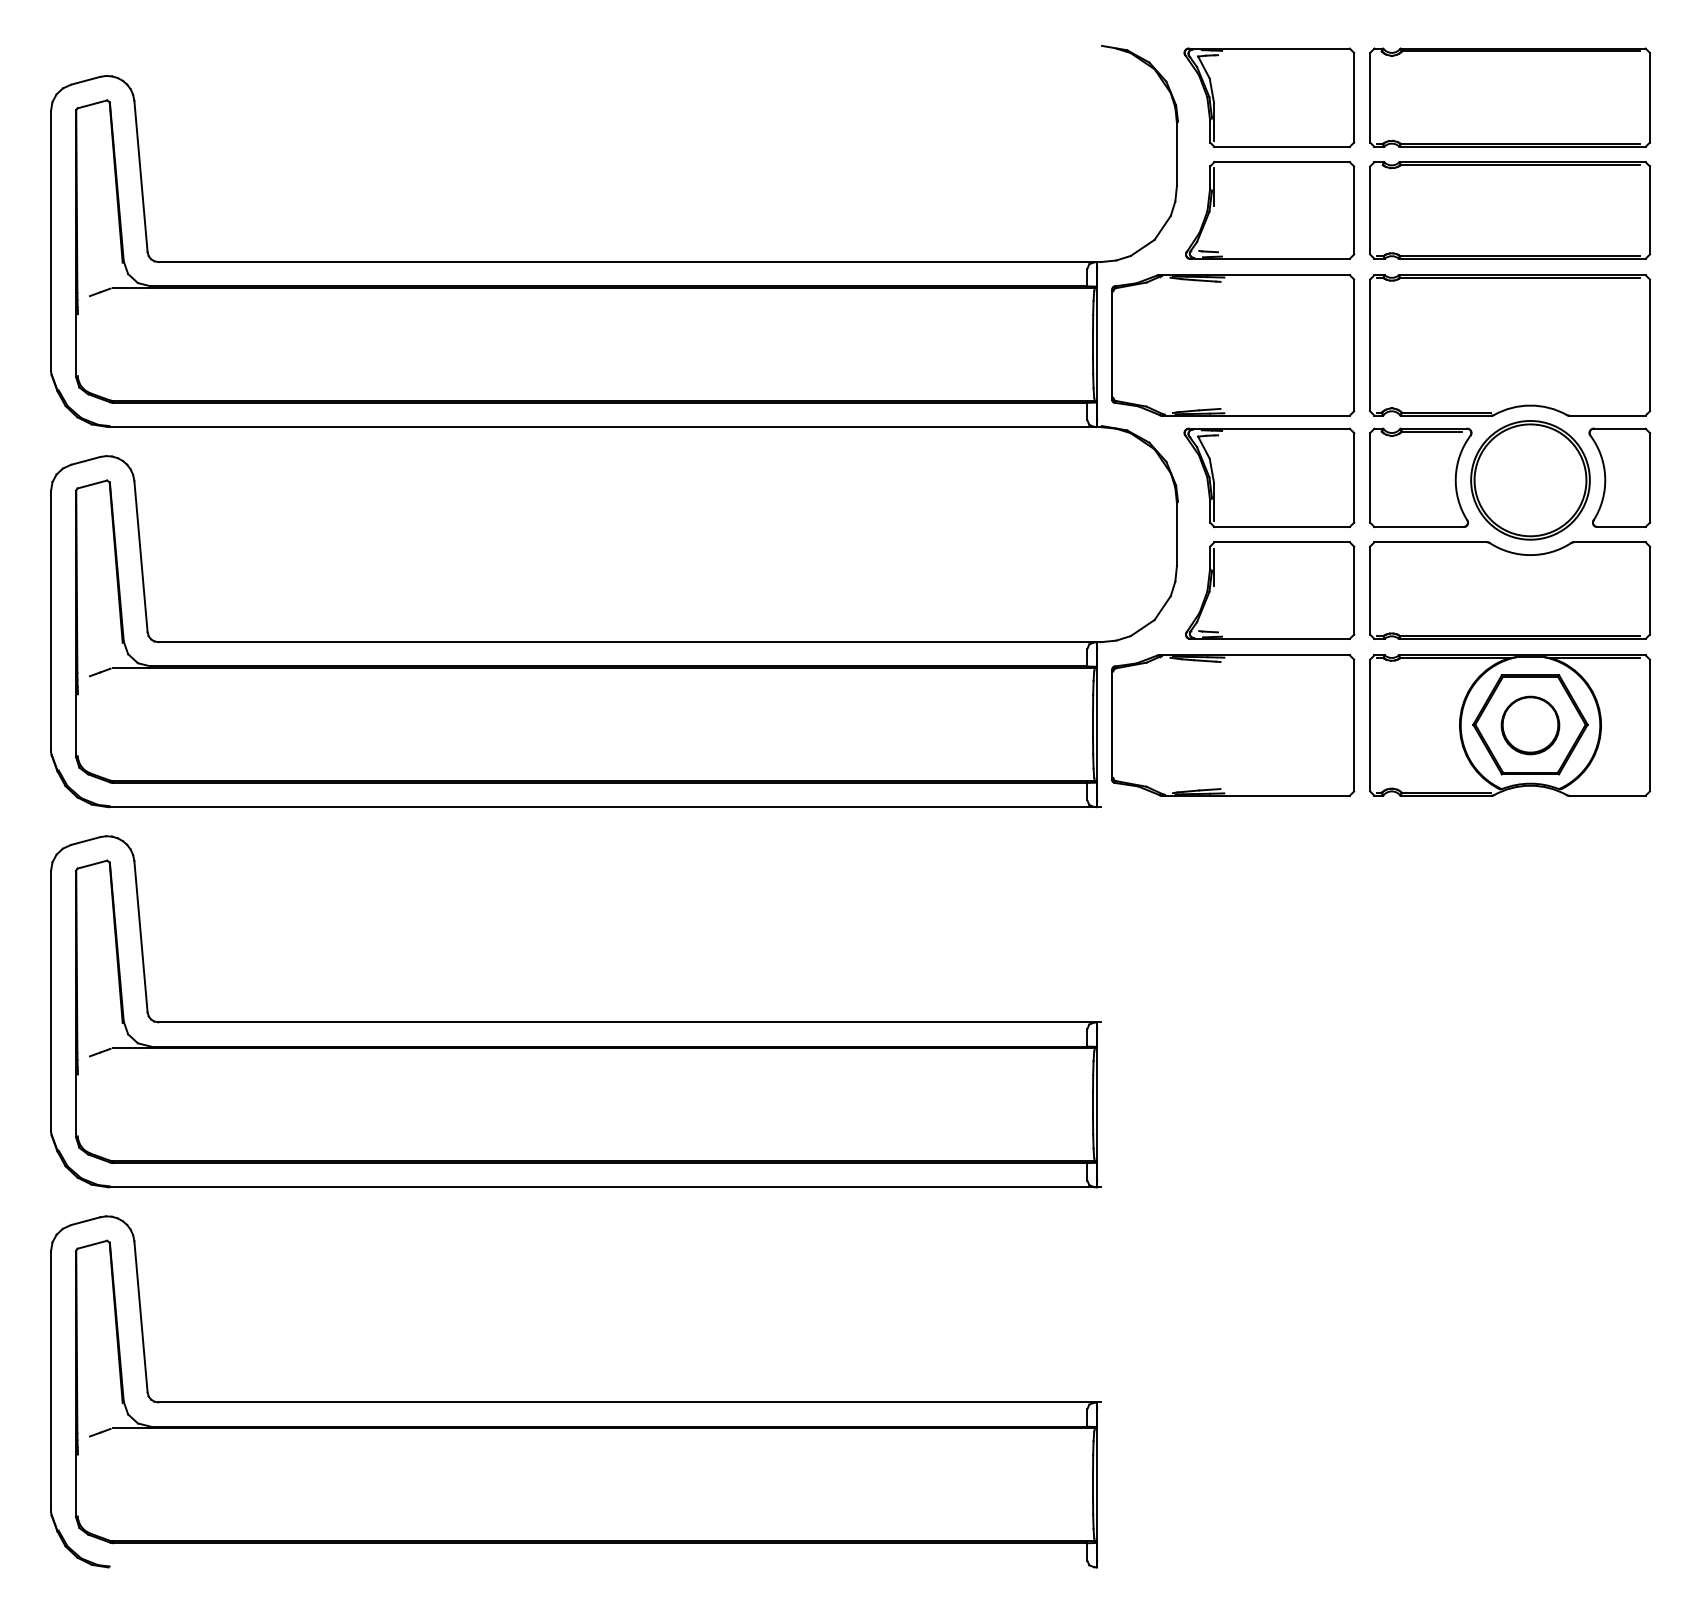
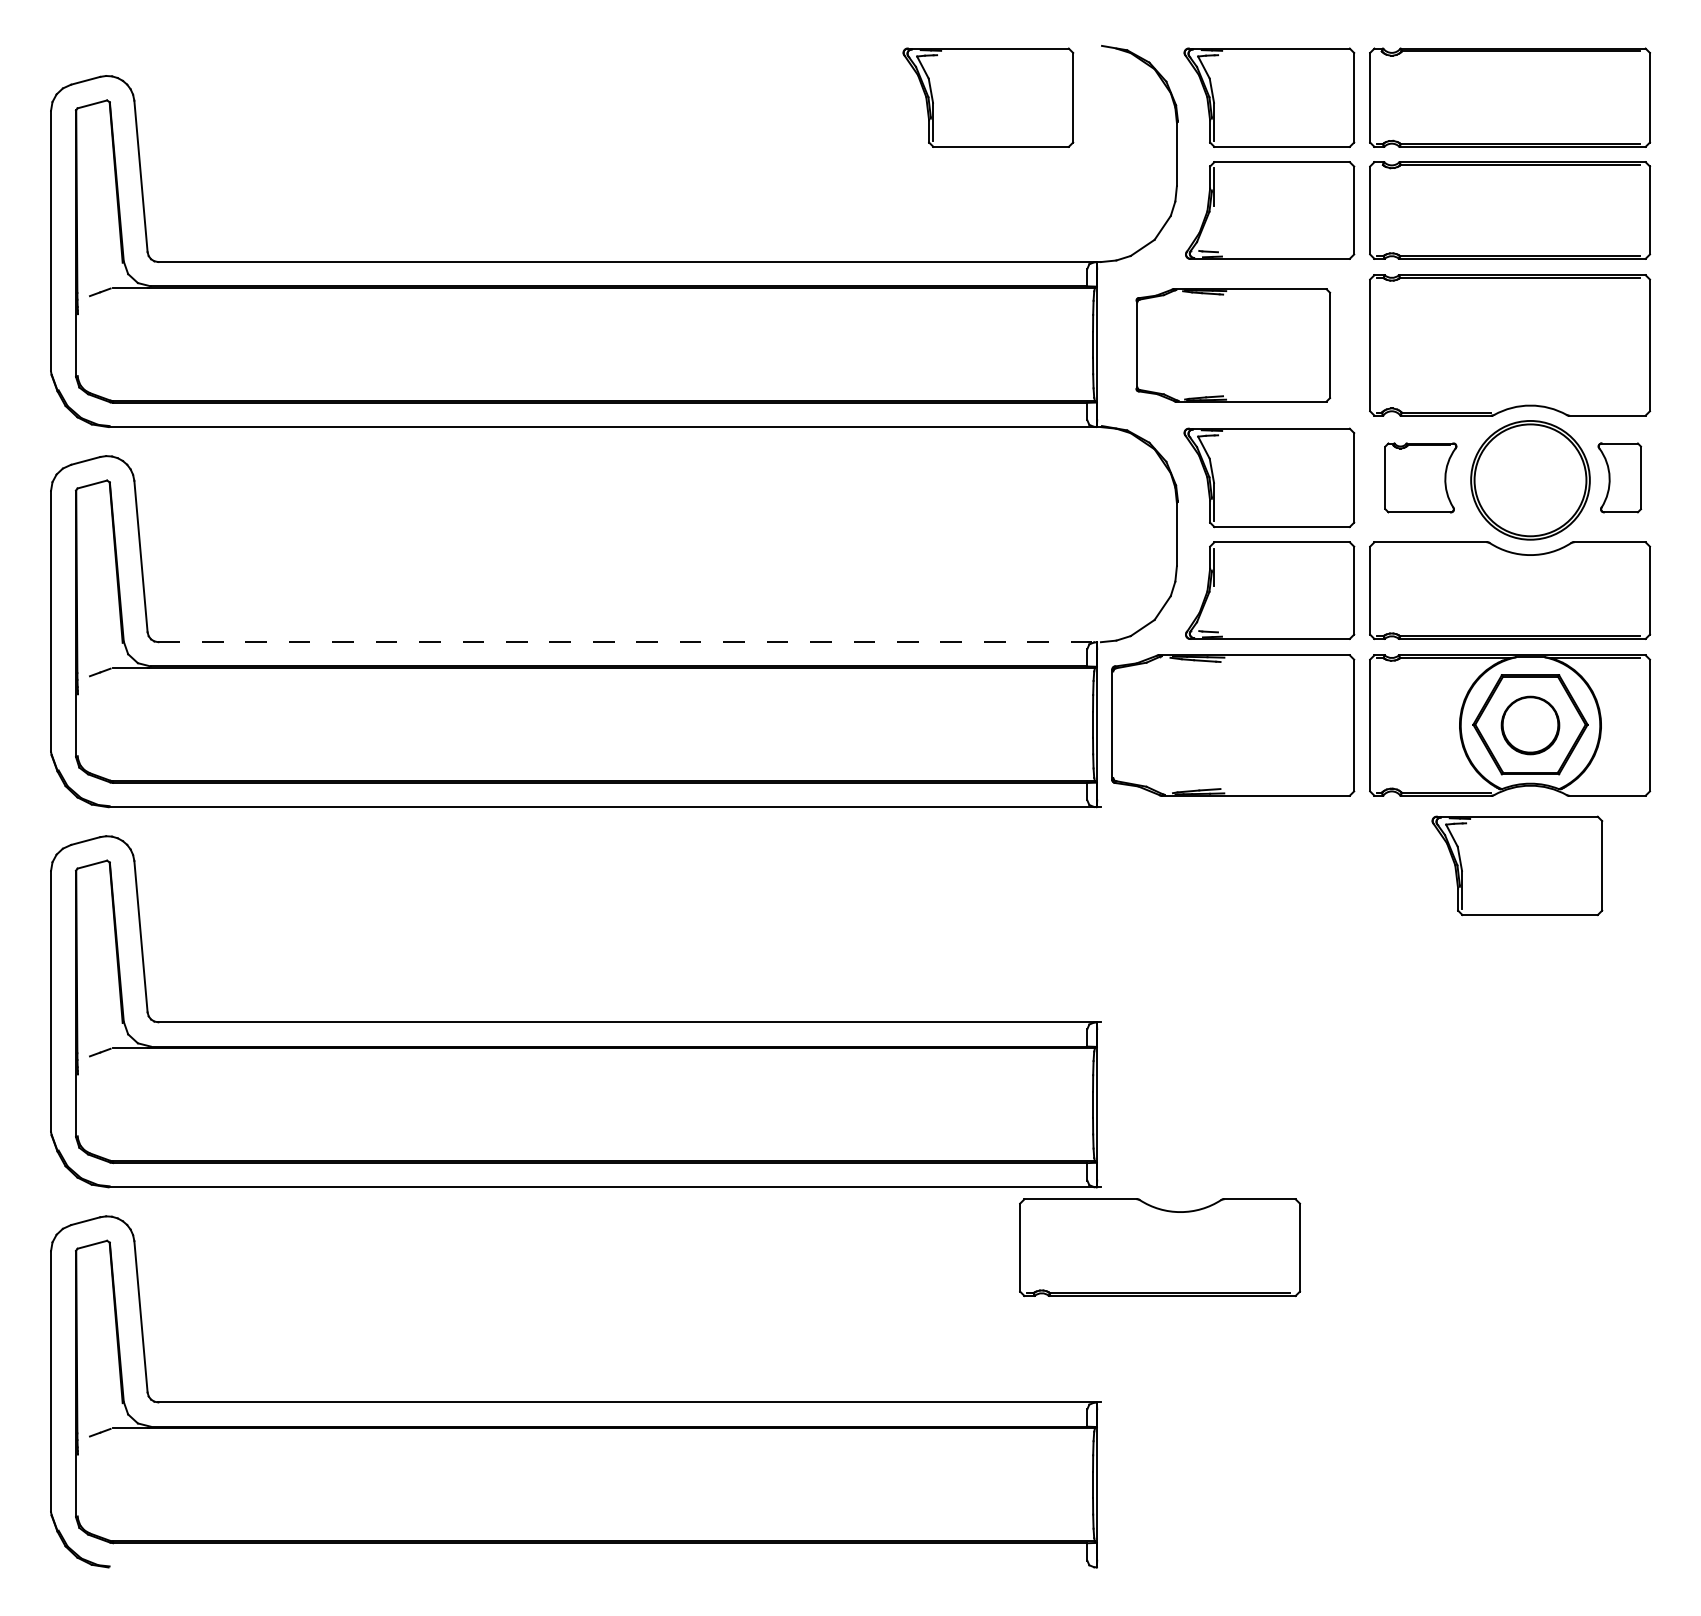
part at (988, 97): none -> present
part at (1233, 345) size: 245x143 px -> 197x115 px
part at (1420, 477) size: 104x102 px -> 74x72 px
part at (1619, 477) size: 64x102 px -> 46x72 px
line at (630, 642): solid -> dashed
part at (1517, 865): none -> present
part at (1160, 1247): none -> present
